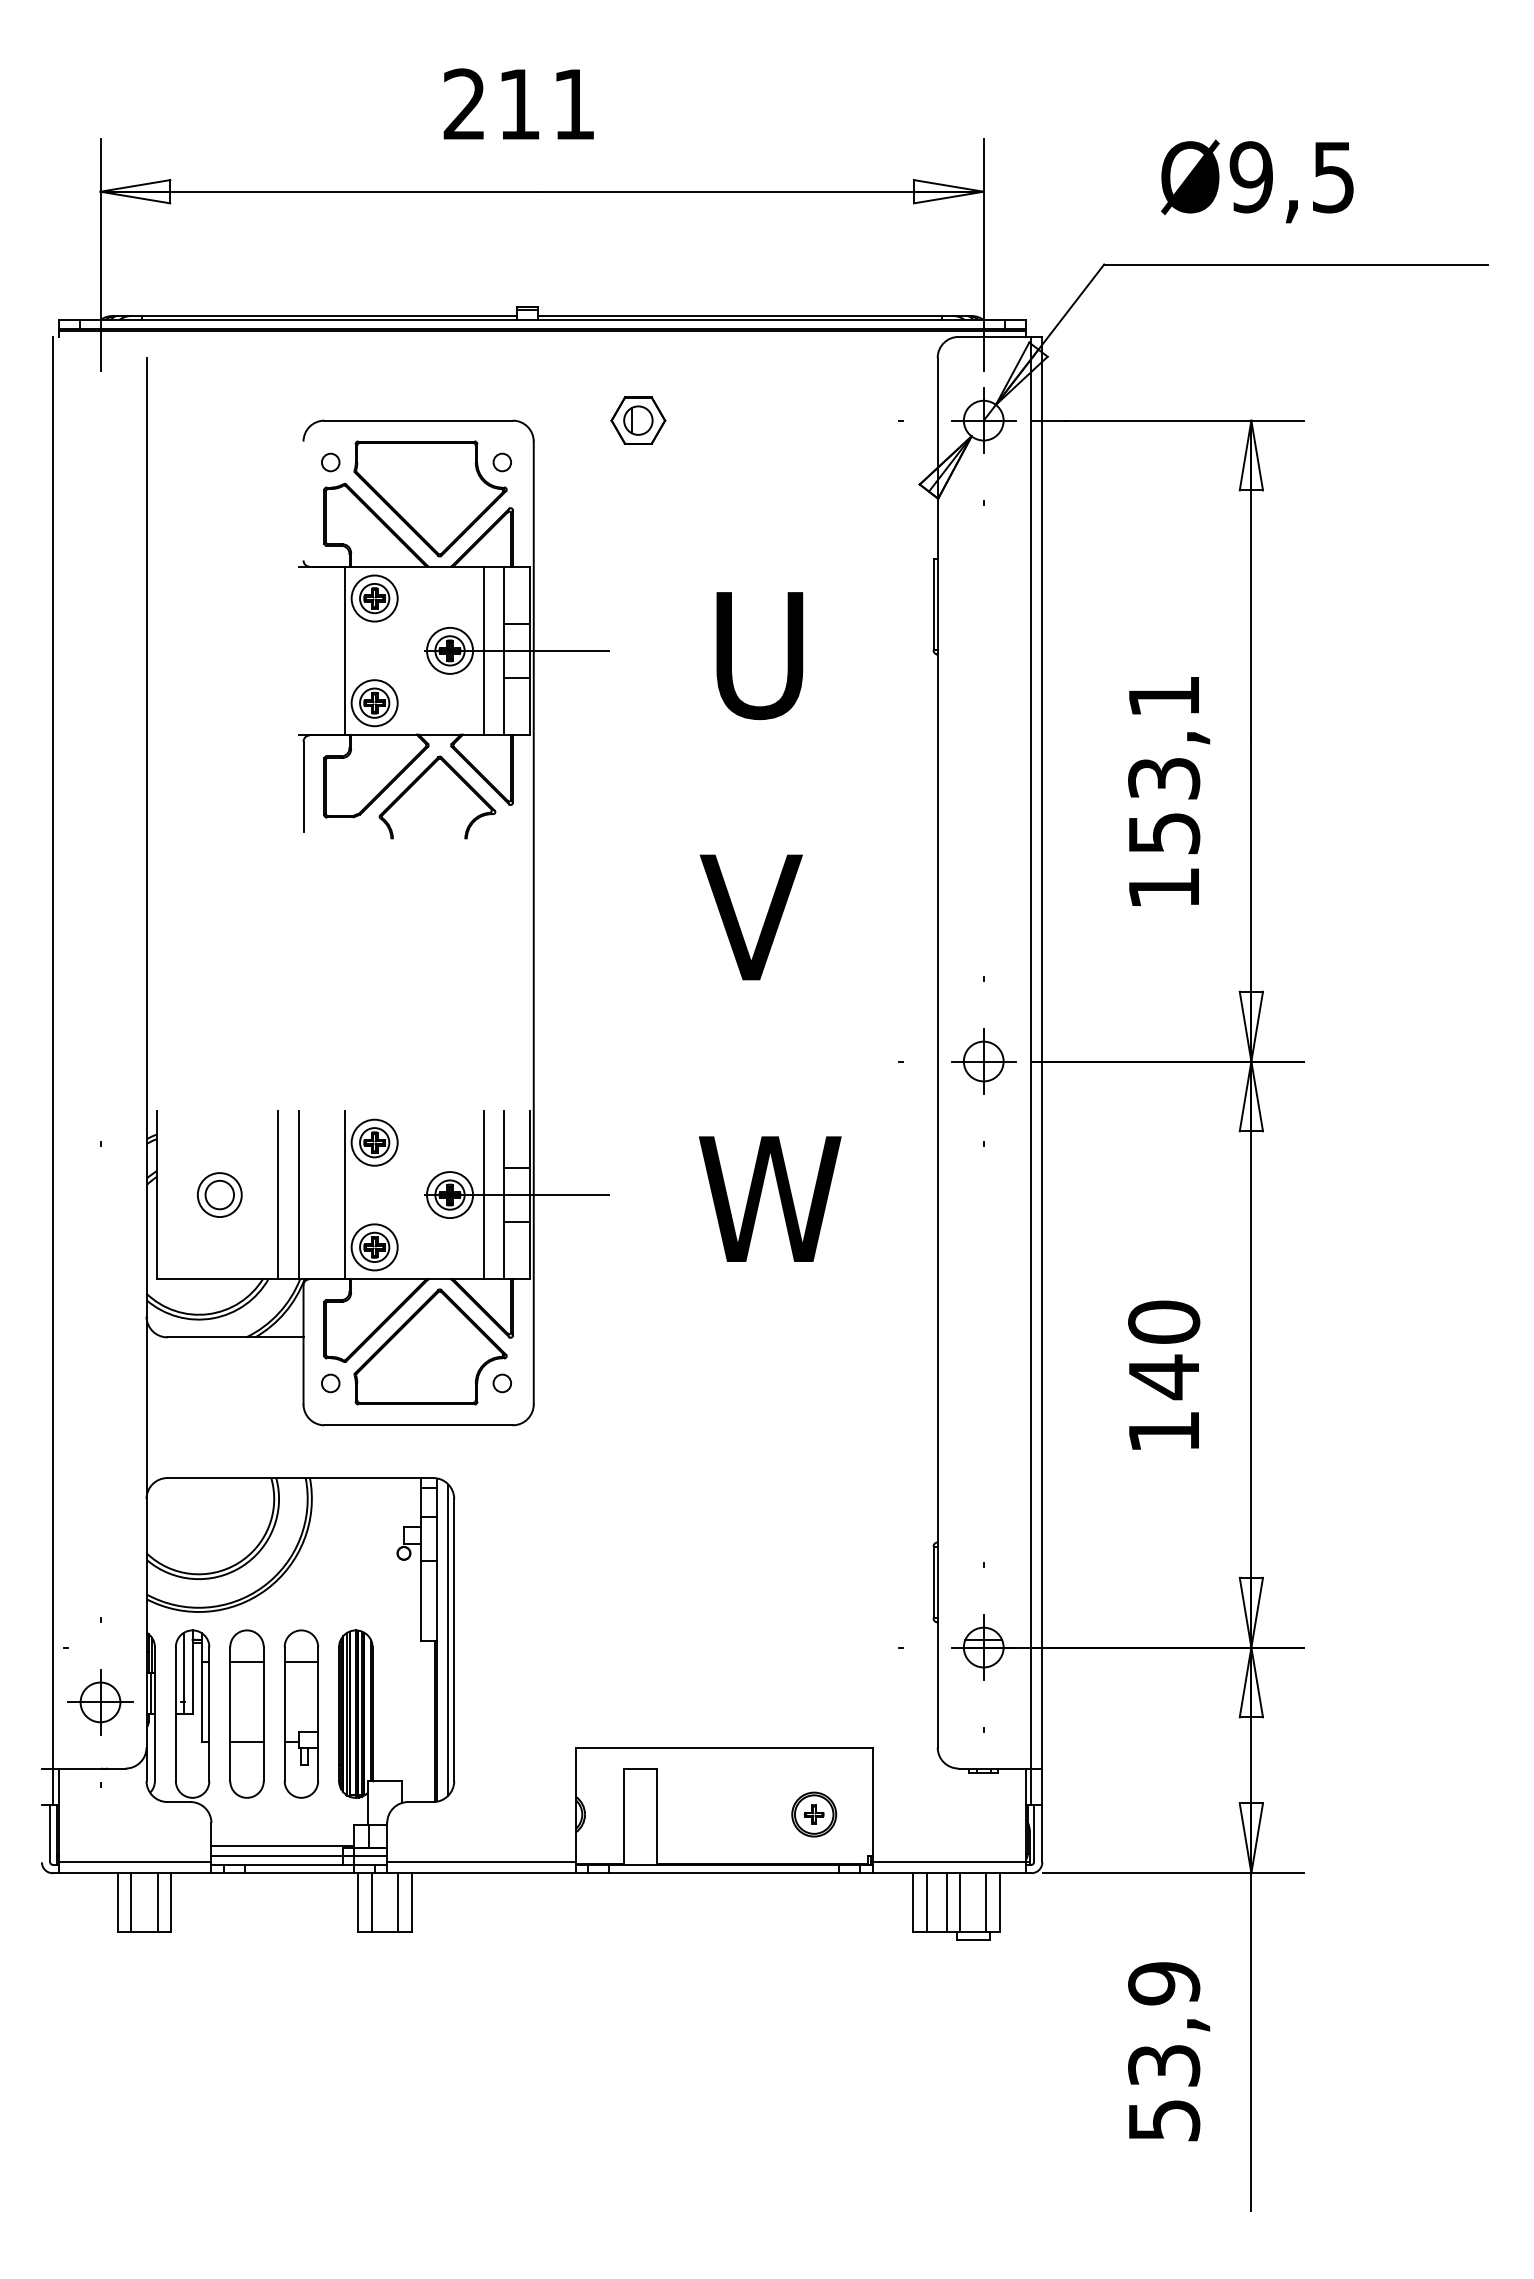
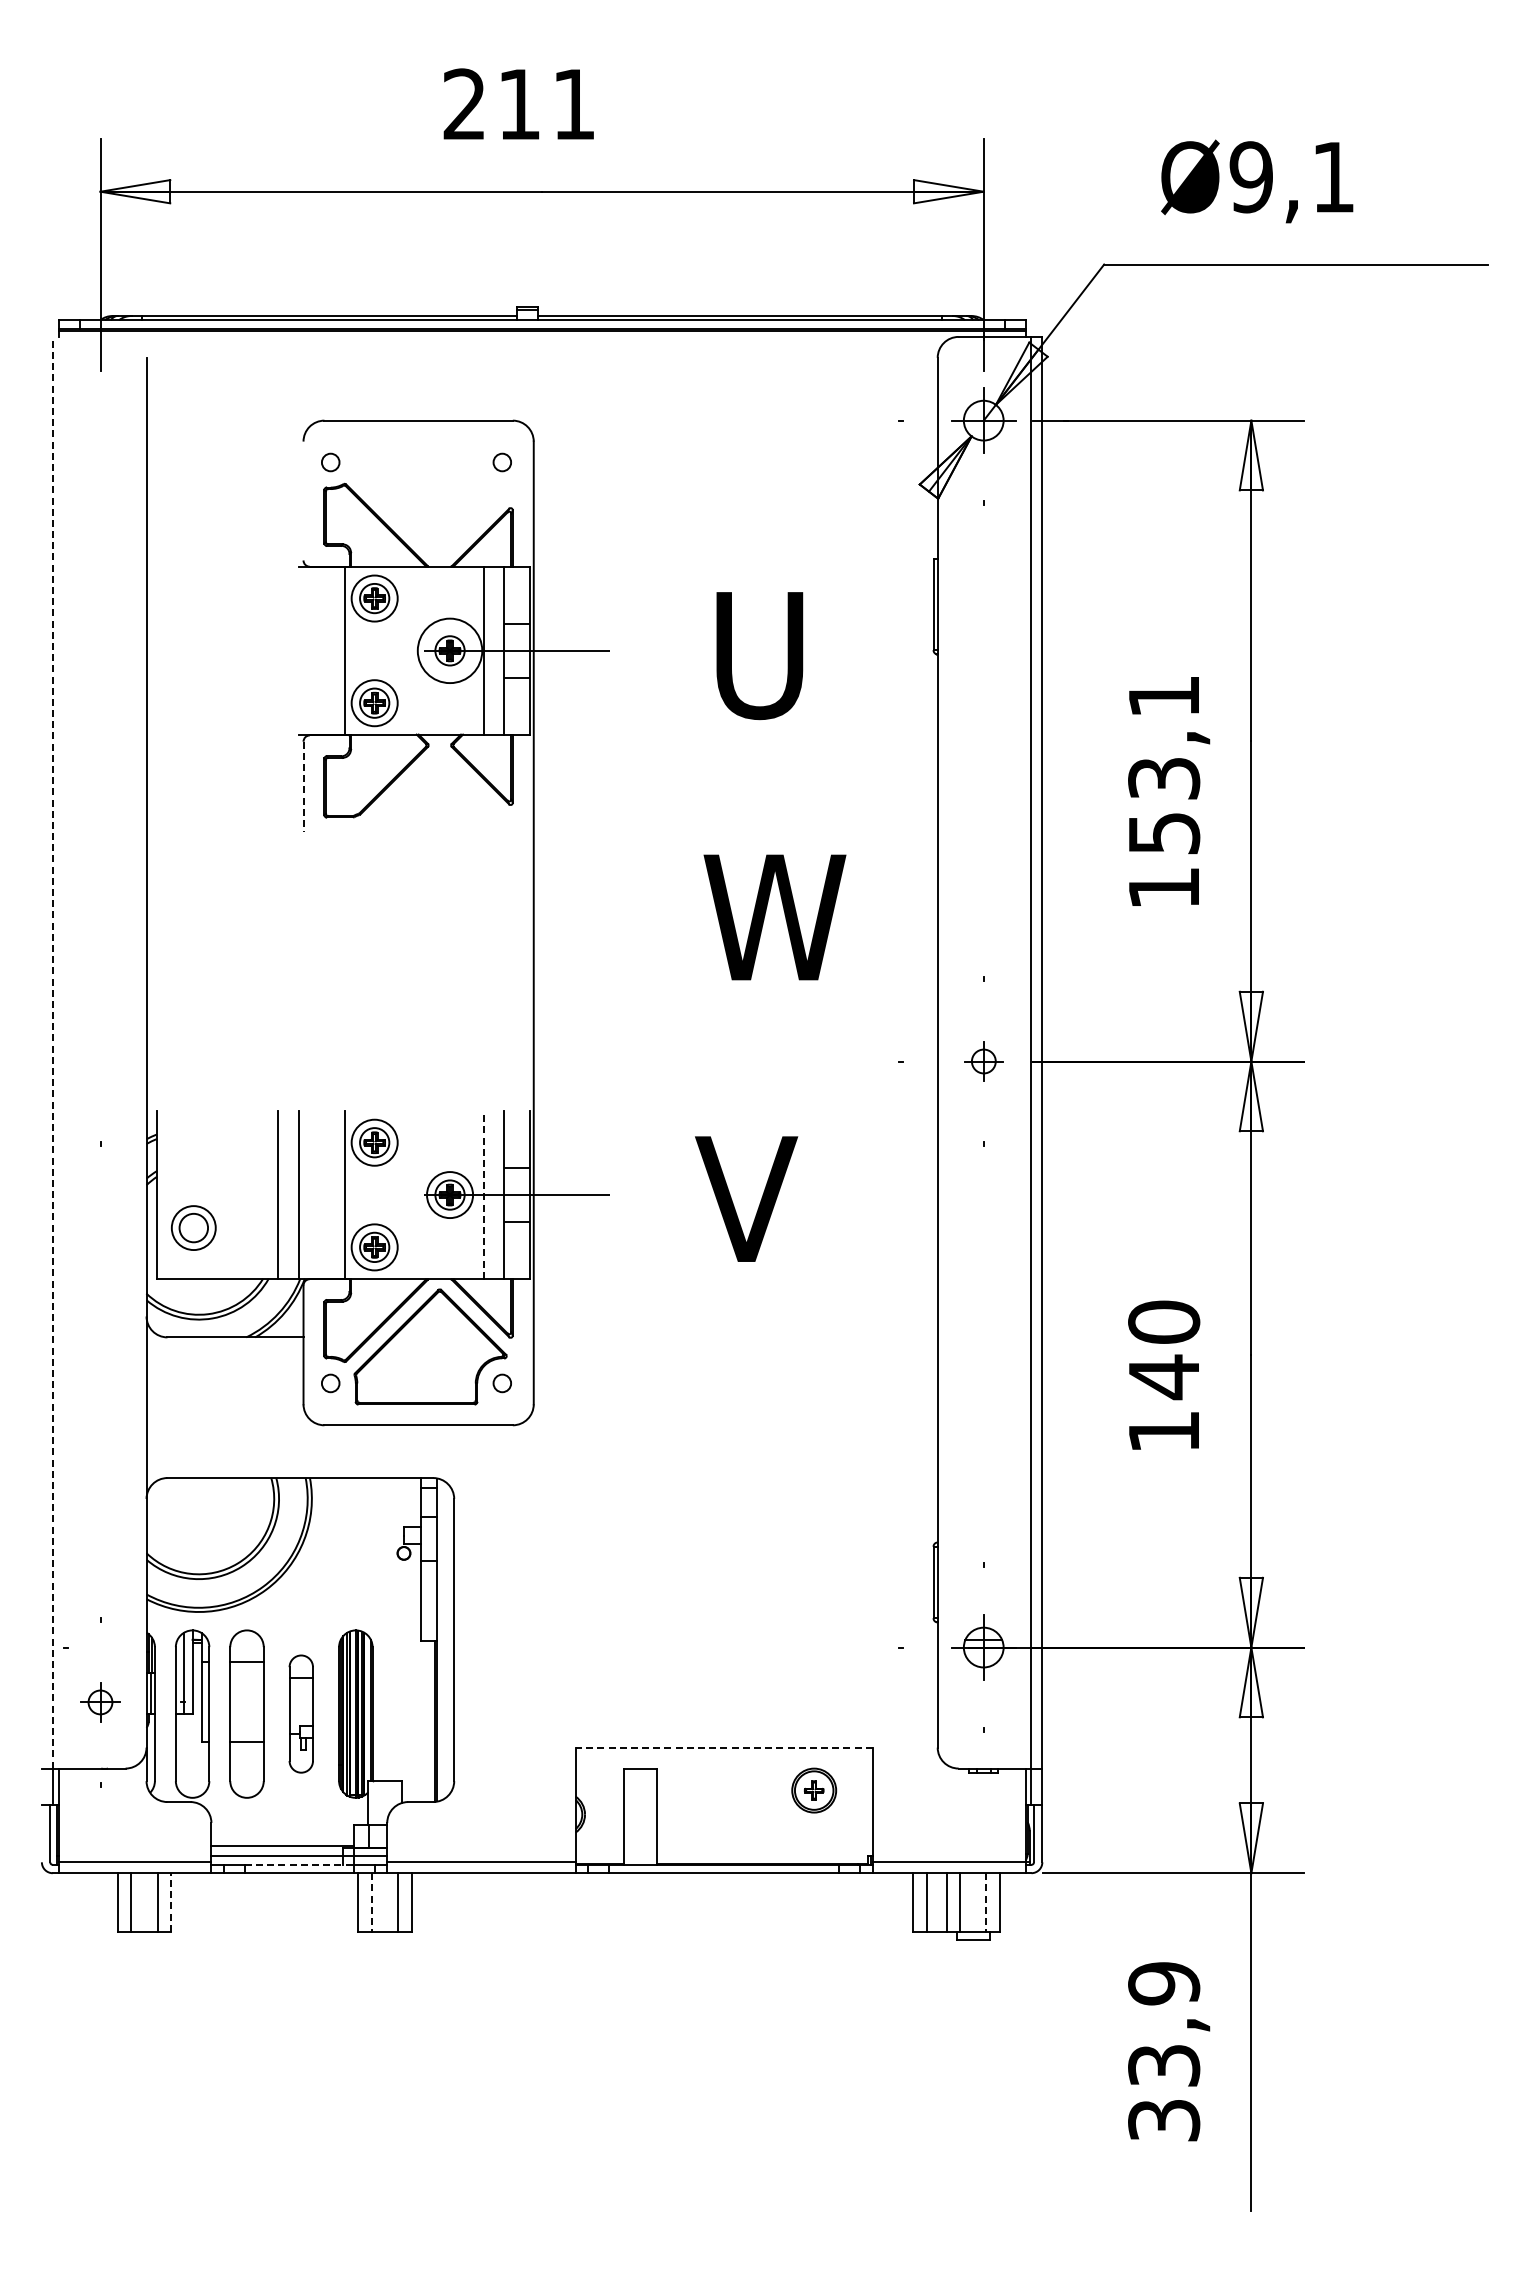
text at (1333, 177): Ø9,5 -> Ø9,1
part at (638, 420): present -> none
part at (430, 498): present -> none
circle at (450, 650) diameter: 46 px -> 64 px
part at (419, 779): present -> none
line at (303, 787): solid -> dashed
text at (772, 917): V -> W
line at (52, 1052): solid -> dashed
part at (983, 1061) size: 66x67 px -> 40x41 px
part at (219, 1194) position: (219, 1194) -> (193, 1227)
line at (483, 1195): solid -> dashed
text at (768, 1198): W -> V
line at (448, 1639): present -> none
part at (100, 1702) size: 67x67 px -> 41x41 px
part at (300, 1713) size: 36x170 px -> 26x120 px
line at (724, 1747): solid -> dashed
part at (814, 1814) position: (814, 1814) -> (814, 1790)
line at (299, 1864): solid -> dashed
line at (171, 1902): solid -> dashed
line at (371, 1903): solid -> dashed
line at (986, 1903): solid -> dashed
text at (1163, 2120): 53,9 -> 33,9
